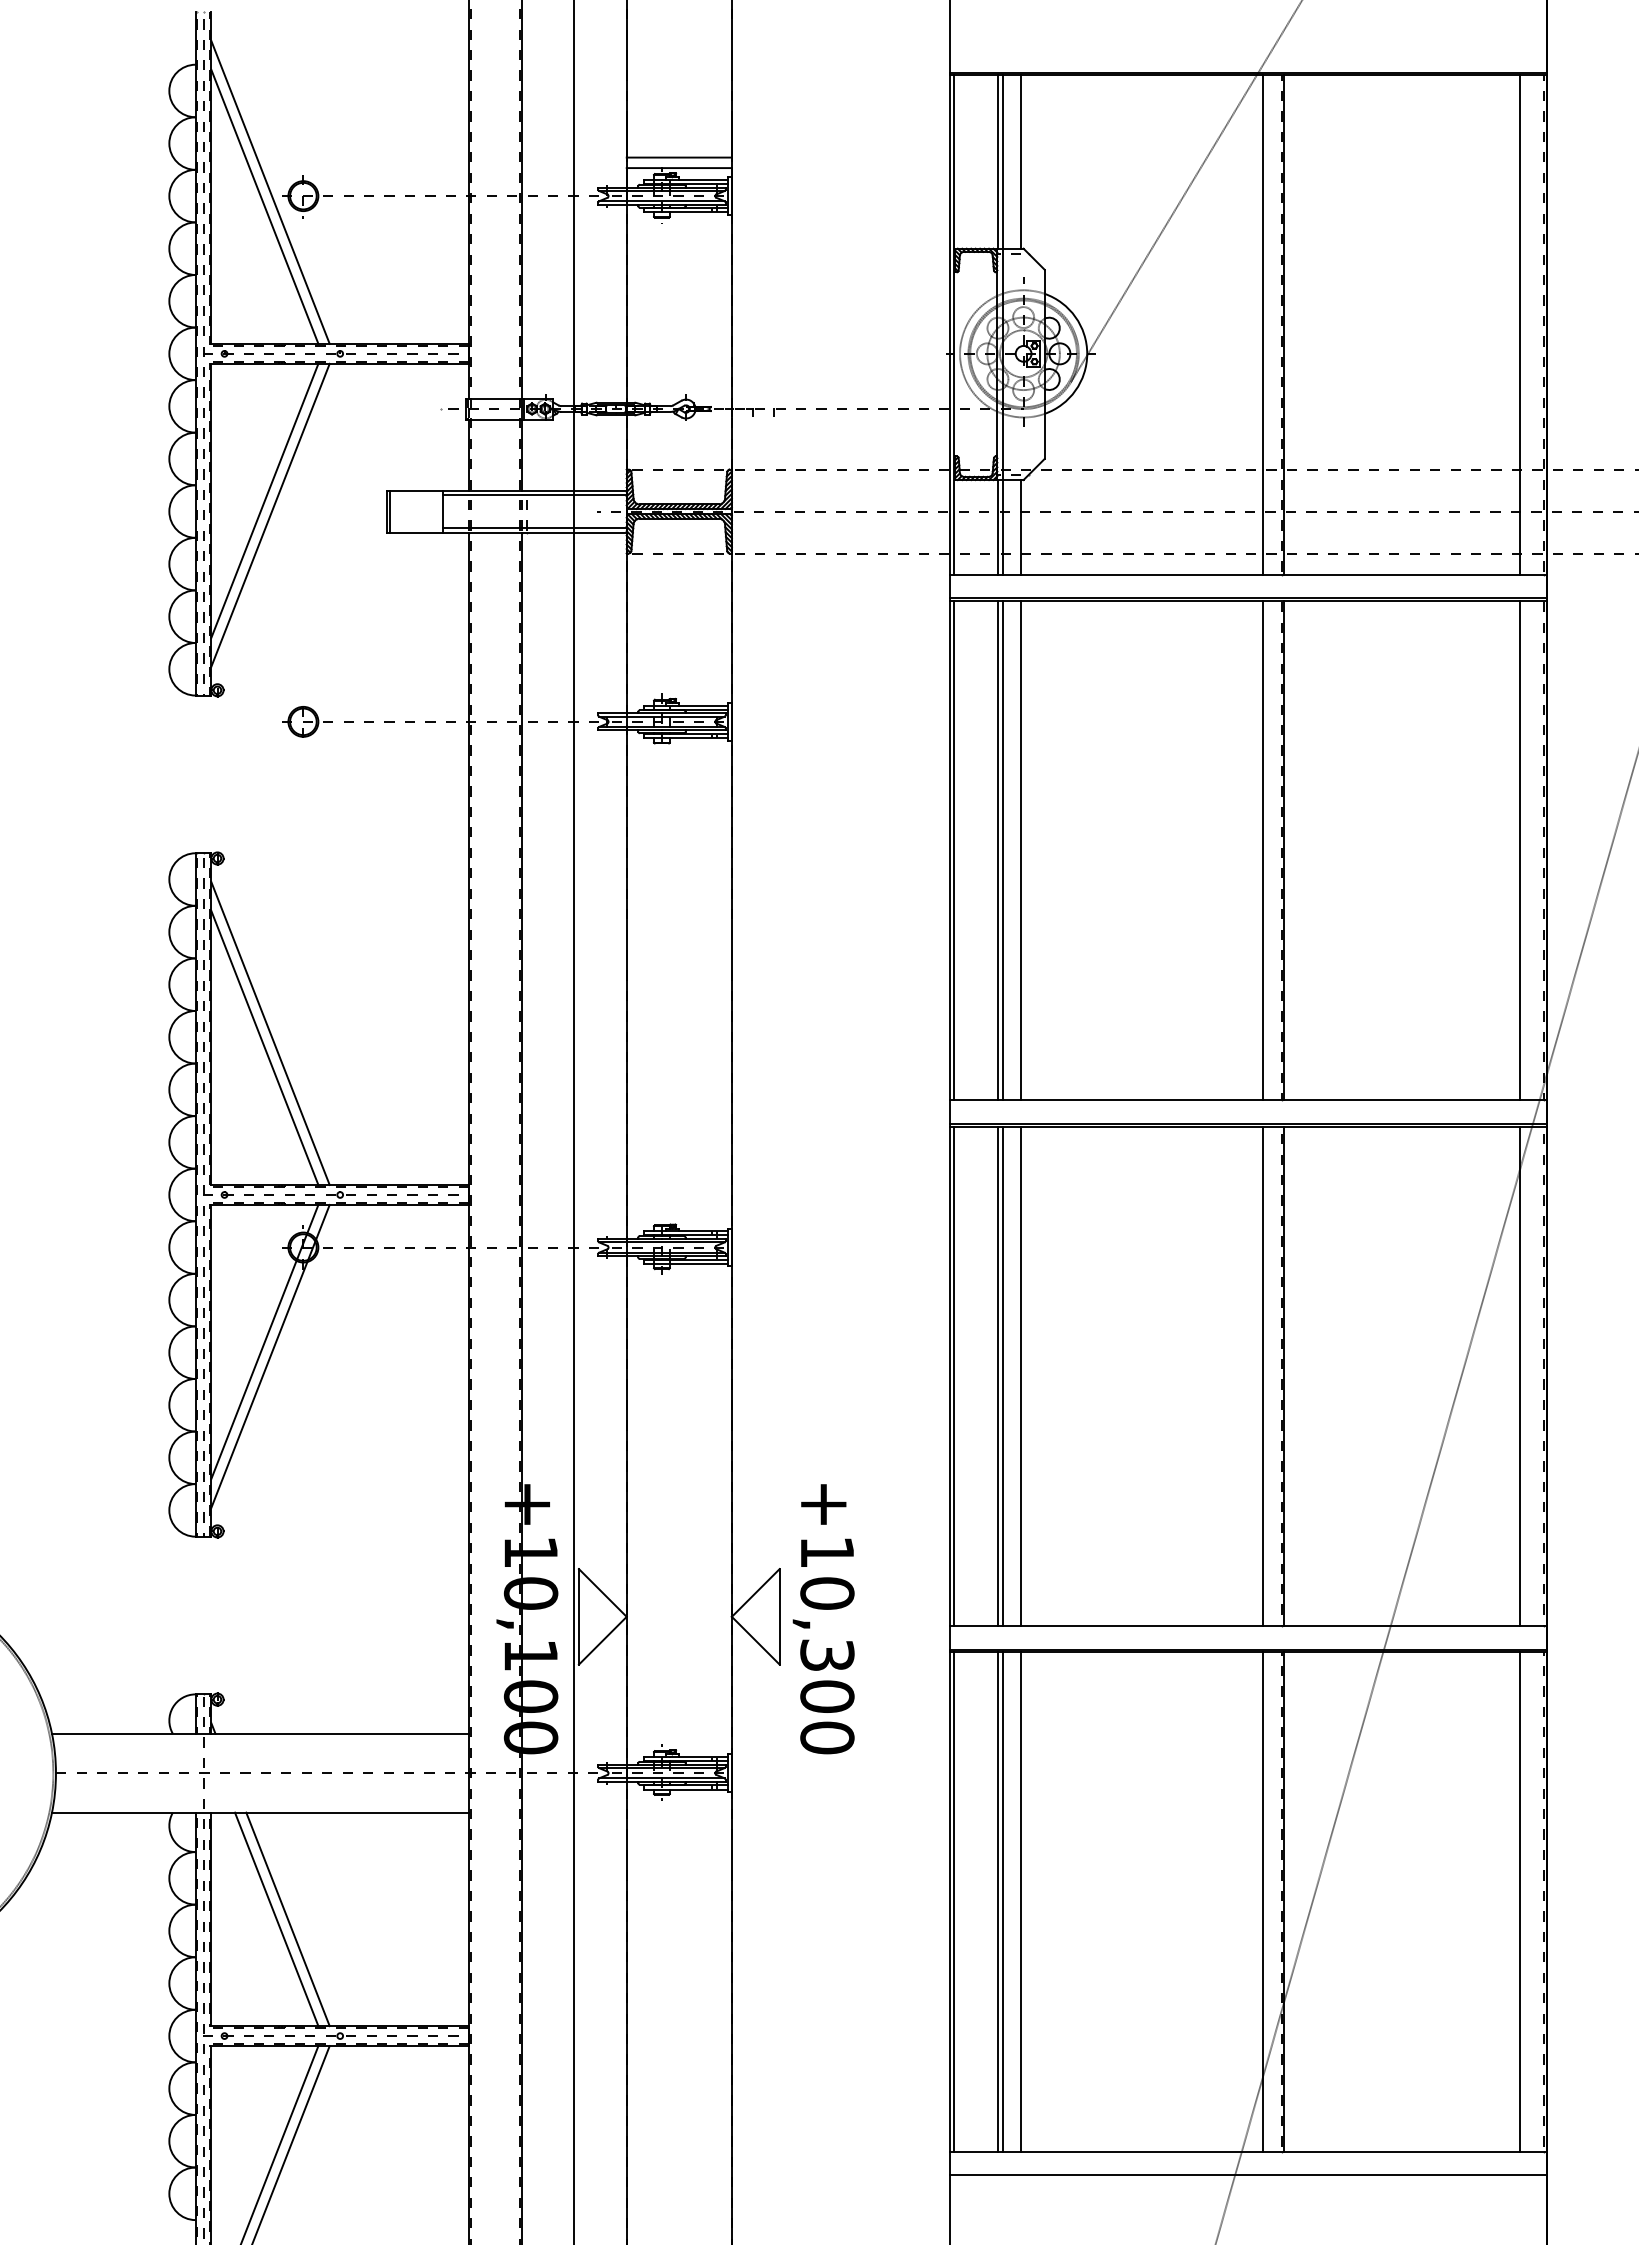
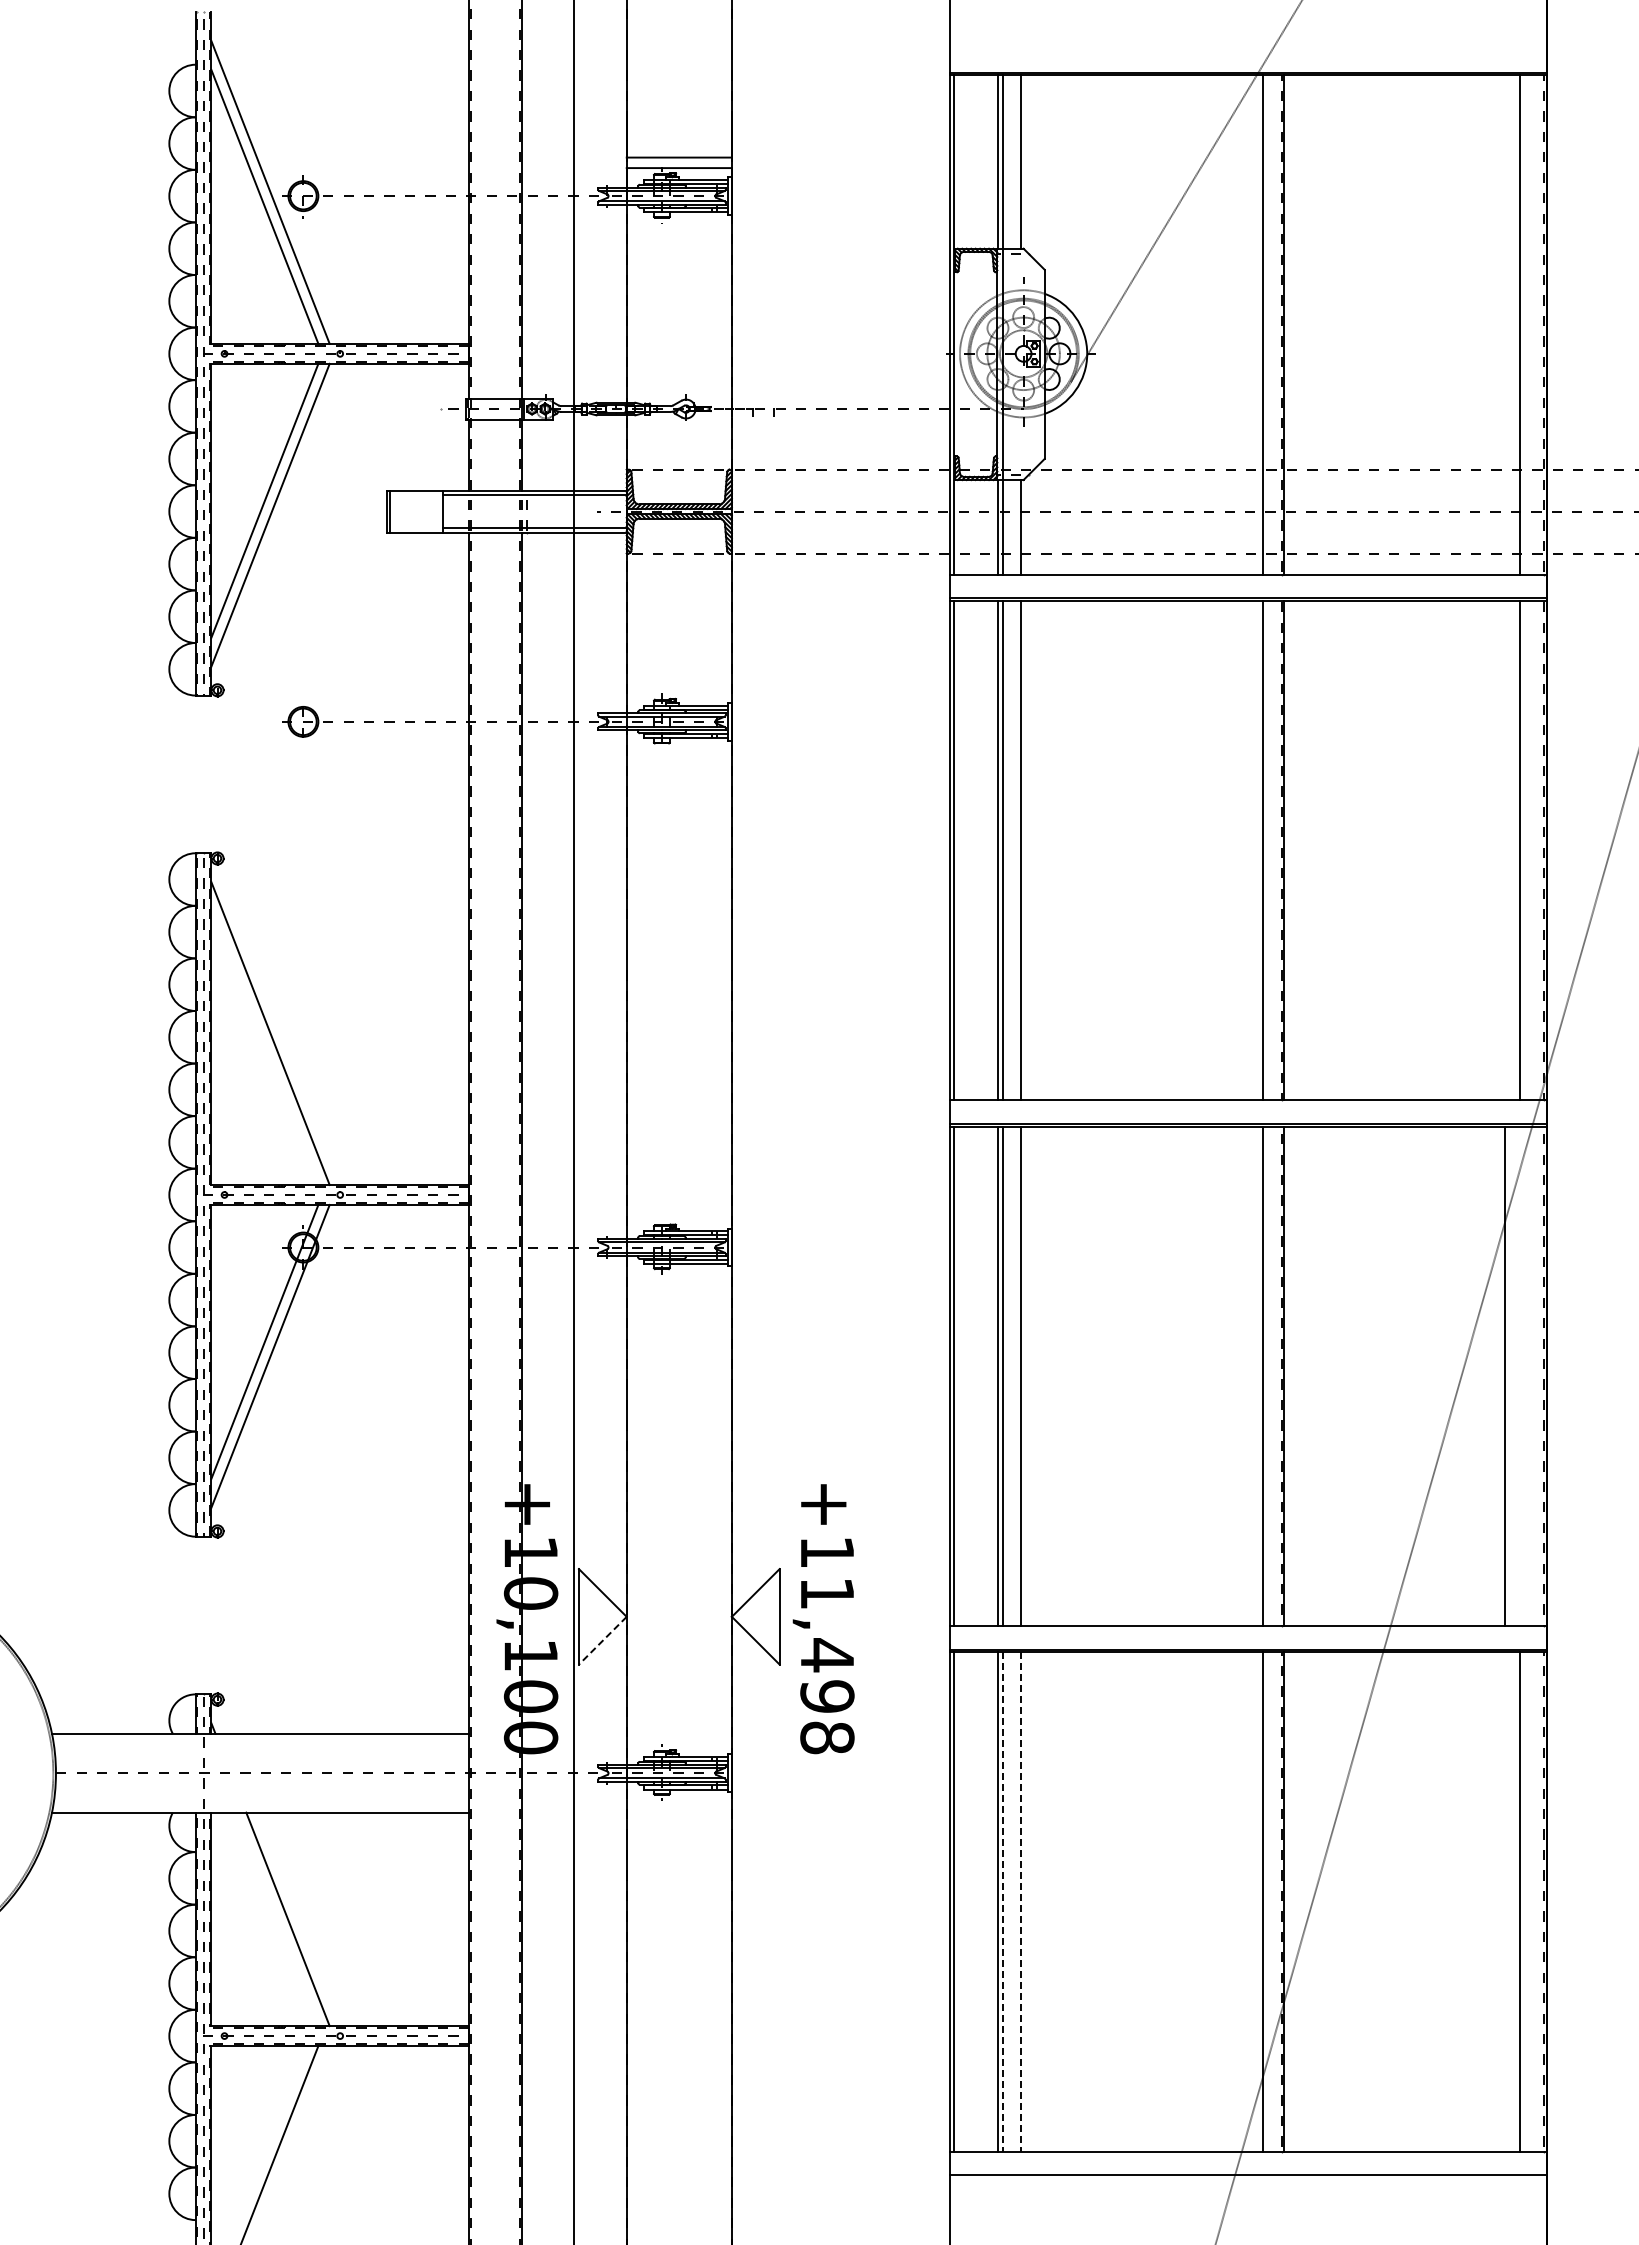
line at (264, 1047): present -> none
line at (1520, 1376) position: (1520, 1376) -> (1505, 1376)
line at (602, 1640): solid -> dashed
text at (827, 1665): +10,300 -> +11,498
line at (1002, 1902): solid -> dashed
line at (1020, 1902): solid -> dashed
line at (276, 1919): present -> none
line at (291, 2143): present -> none
